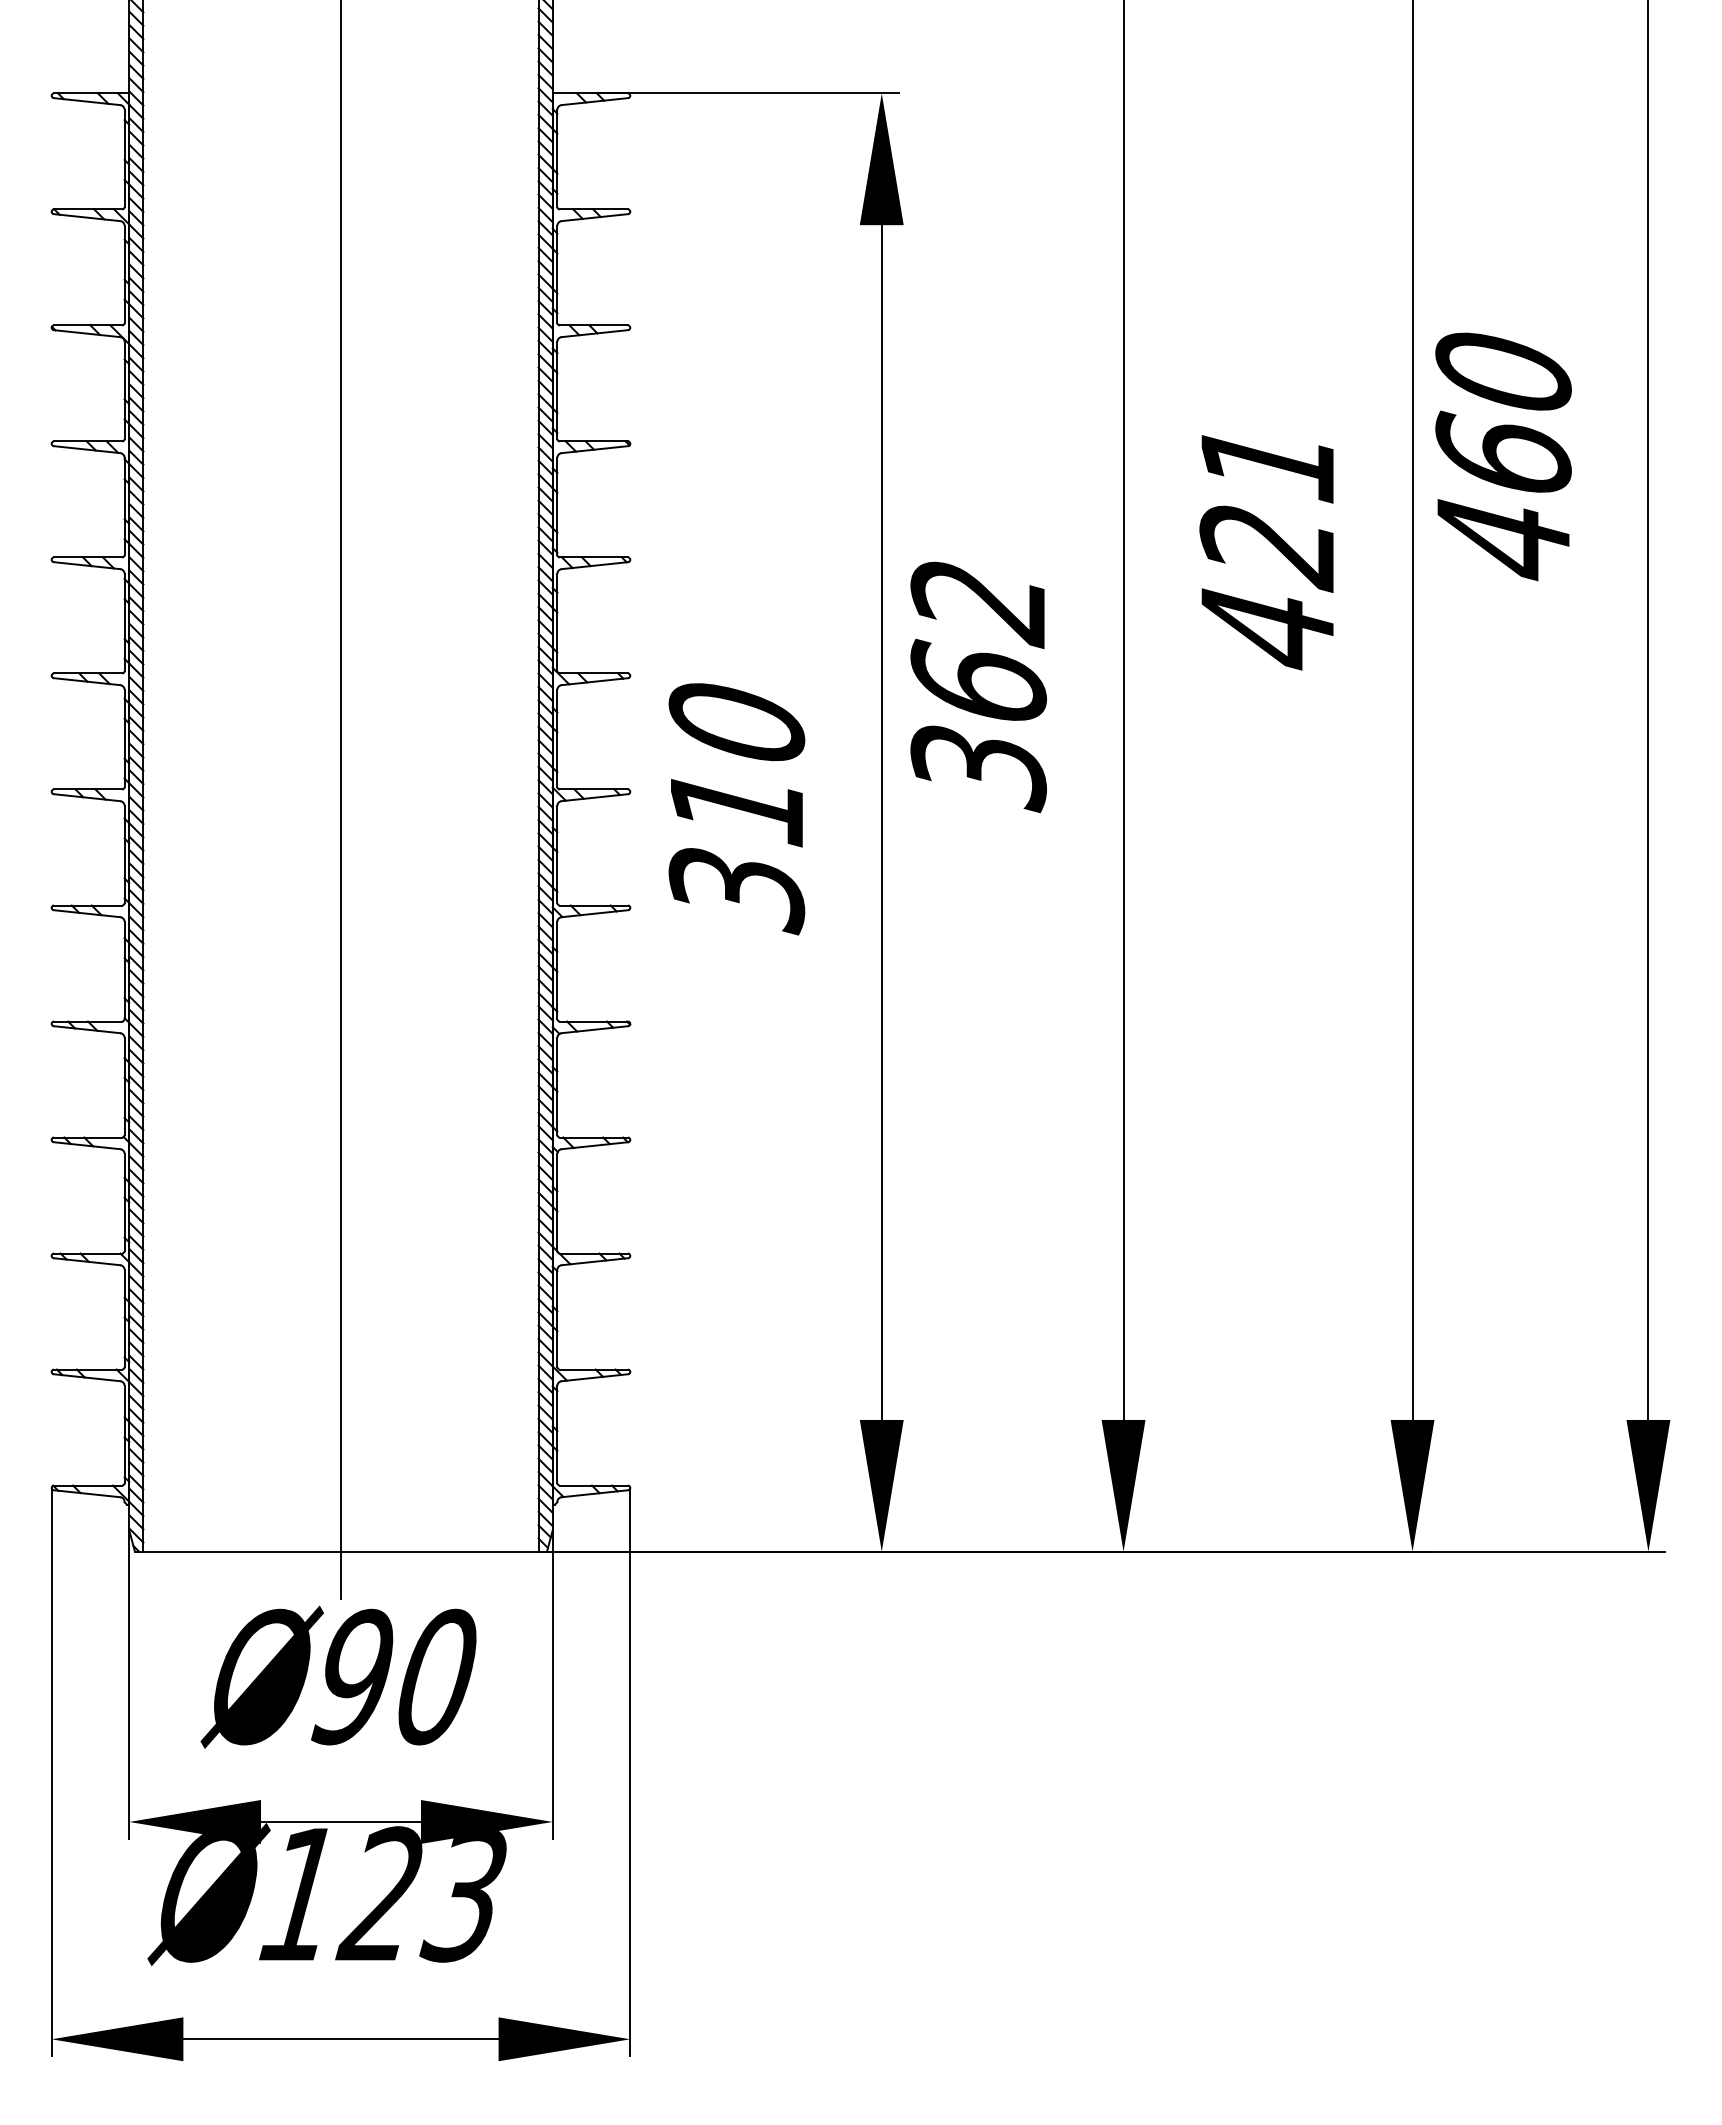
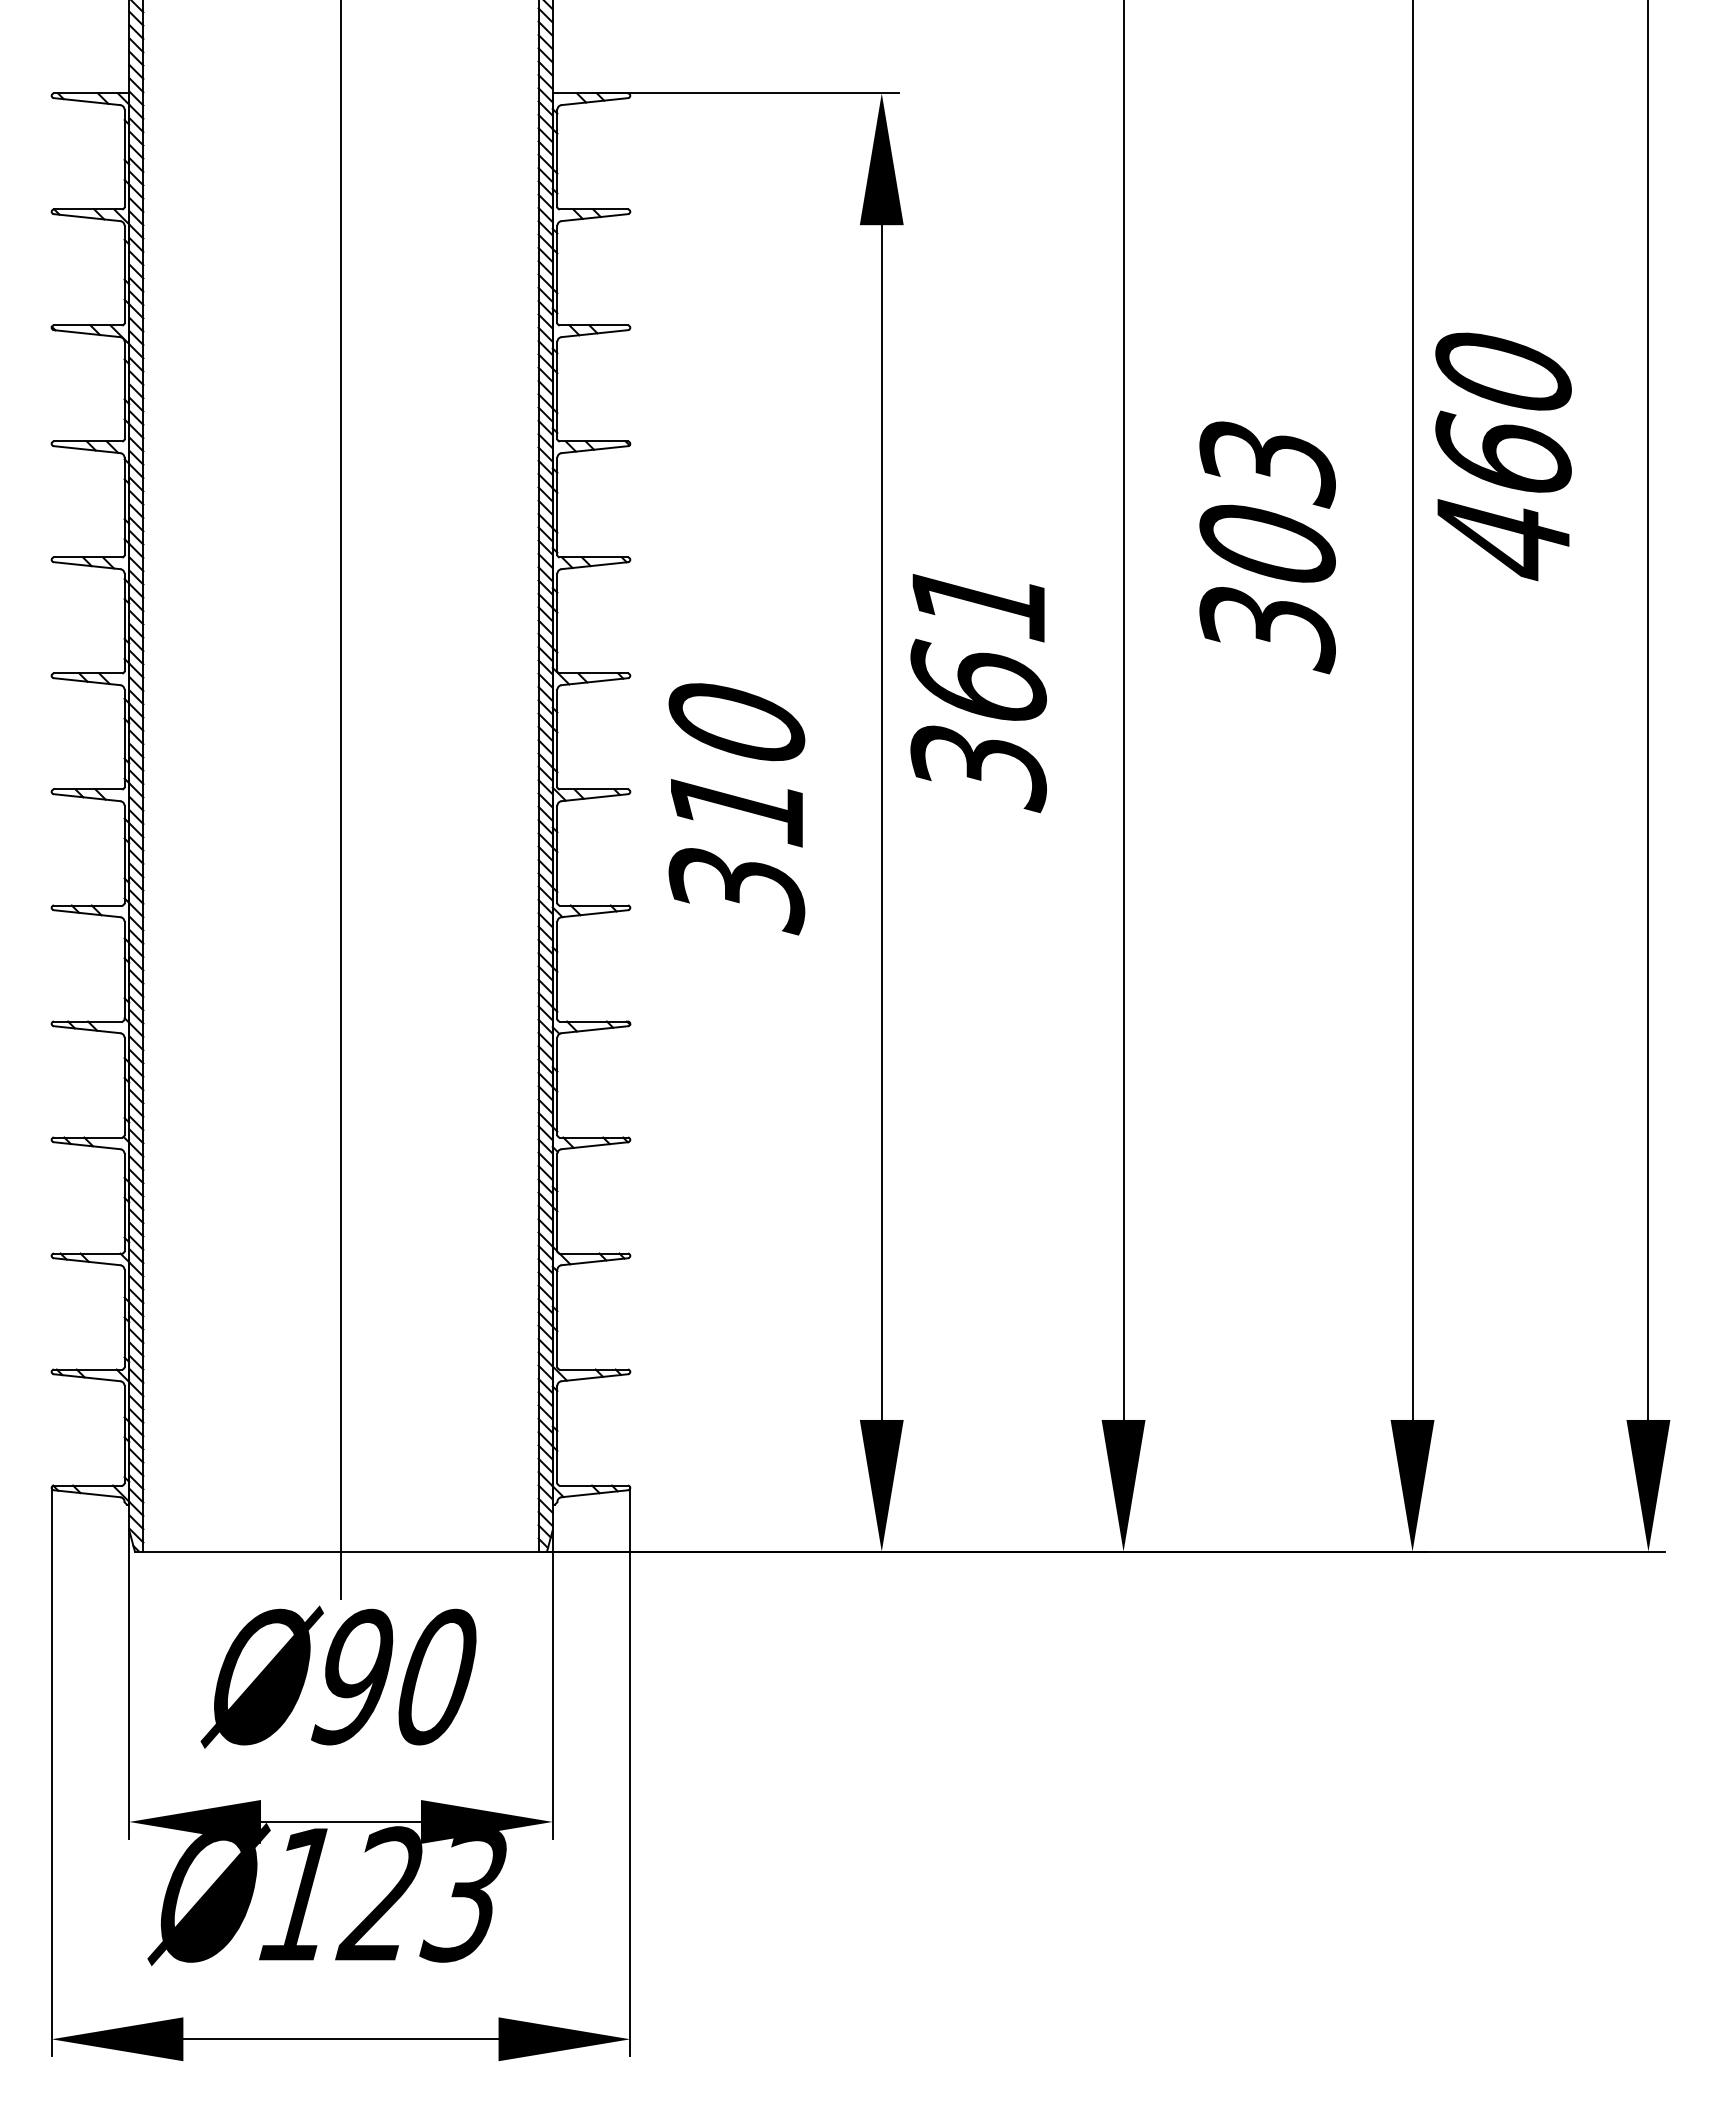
text at (1267, 547): 421 -> 303
text at (977, 605): 362 -> 361
